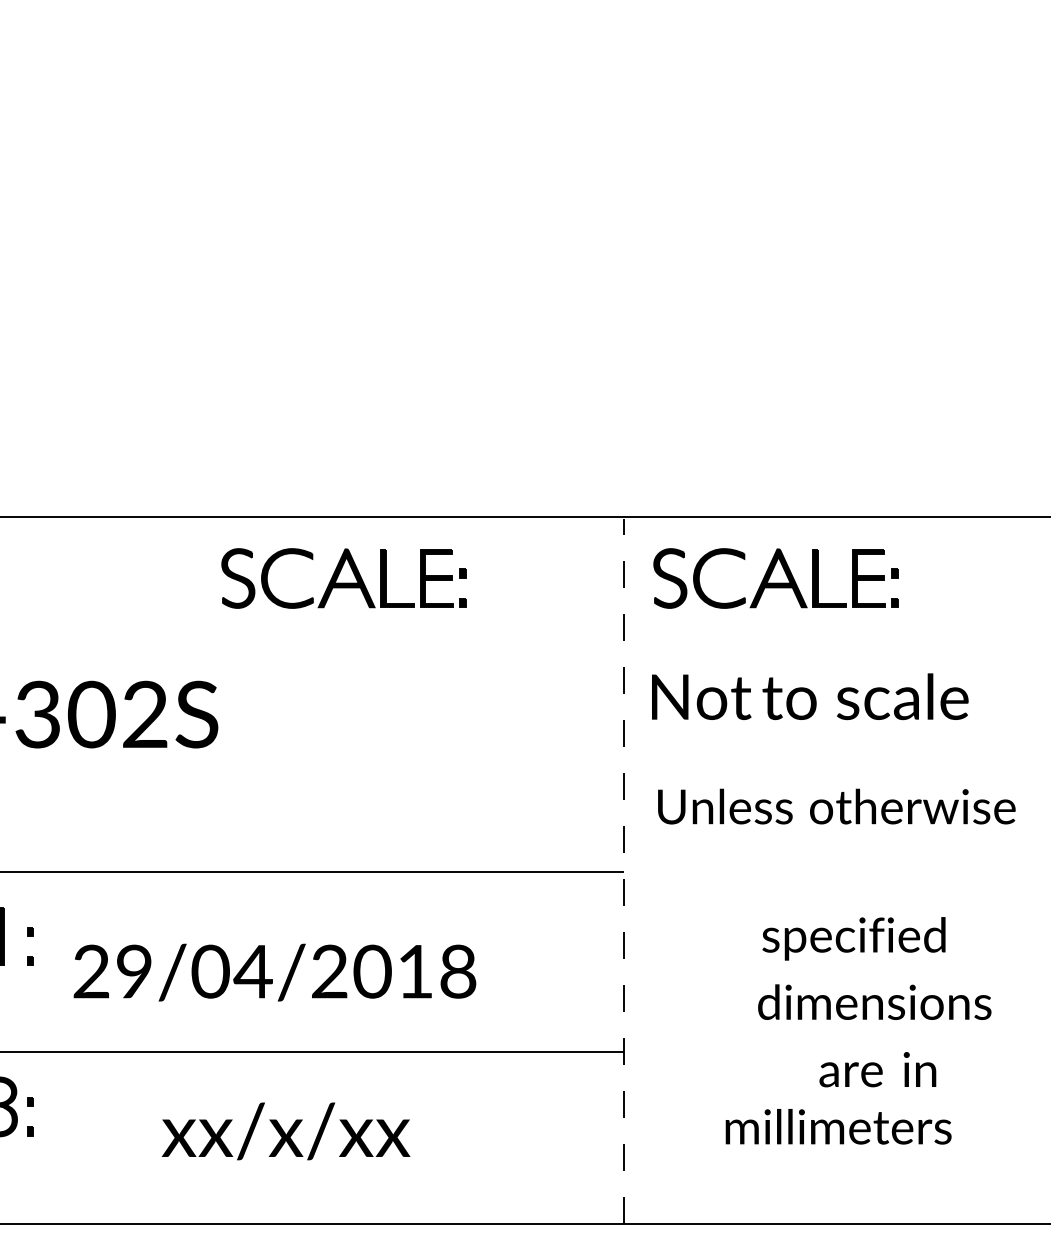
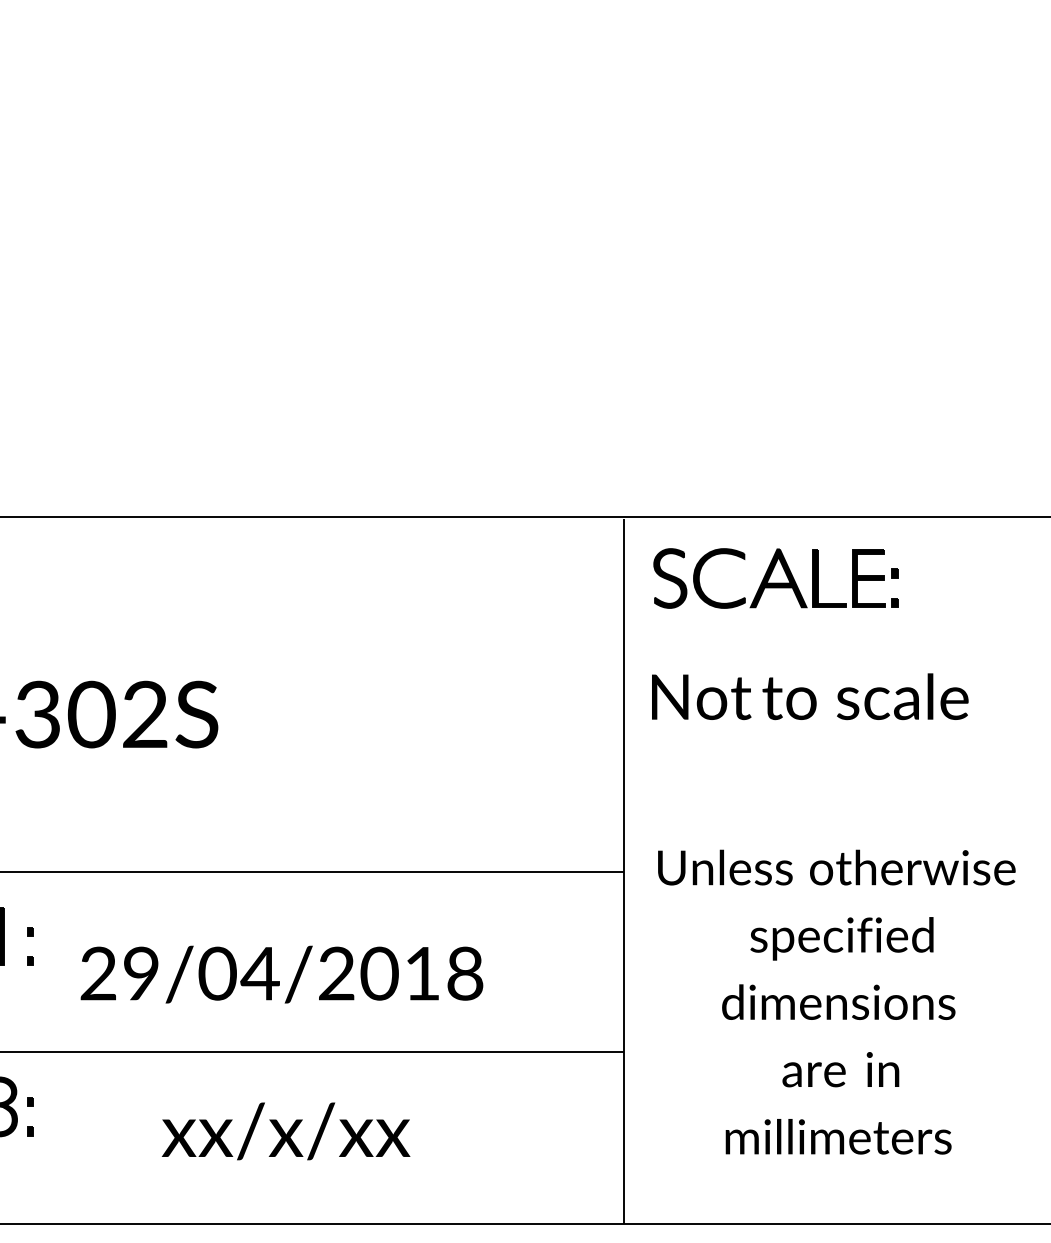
part at (343, 578): present -> none
text at (836, 806) position: (836, 806) -> (836, 867)
line at (624, 871): dashed -> solid
text at (853, 938) position: (853, 938) -> (841, 938)
text at (274, 972) position: (274, 972) -> (281, 974)
text at (874, 1001) position: (874, 1001) -> (838, 1001)
text at (877, 1069) position: (877, 1069) -> (840, 1069)
text at (838, 1126) position: (838, 1126) -> (838, 1136)
